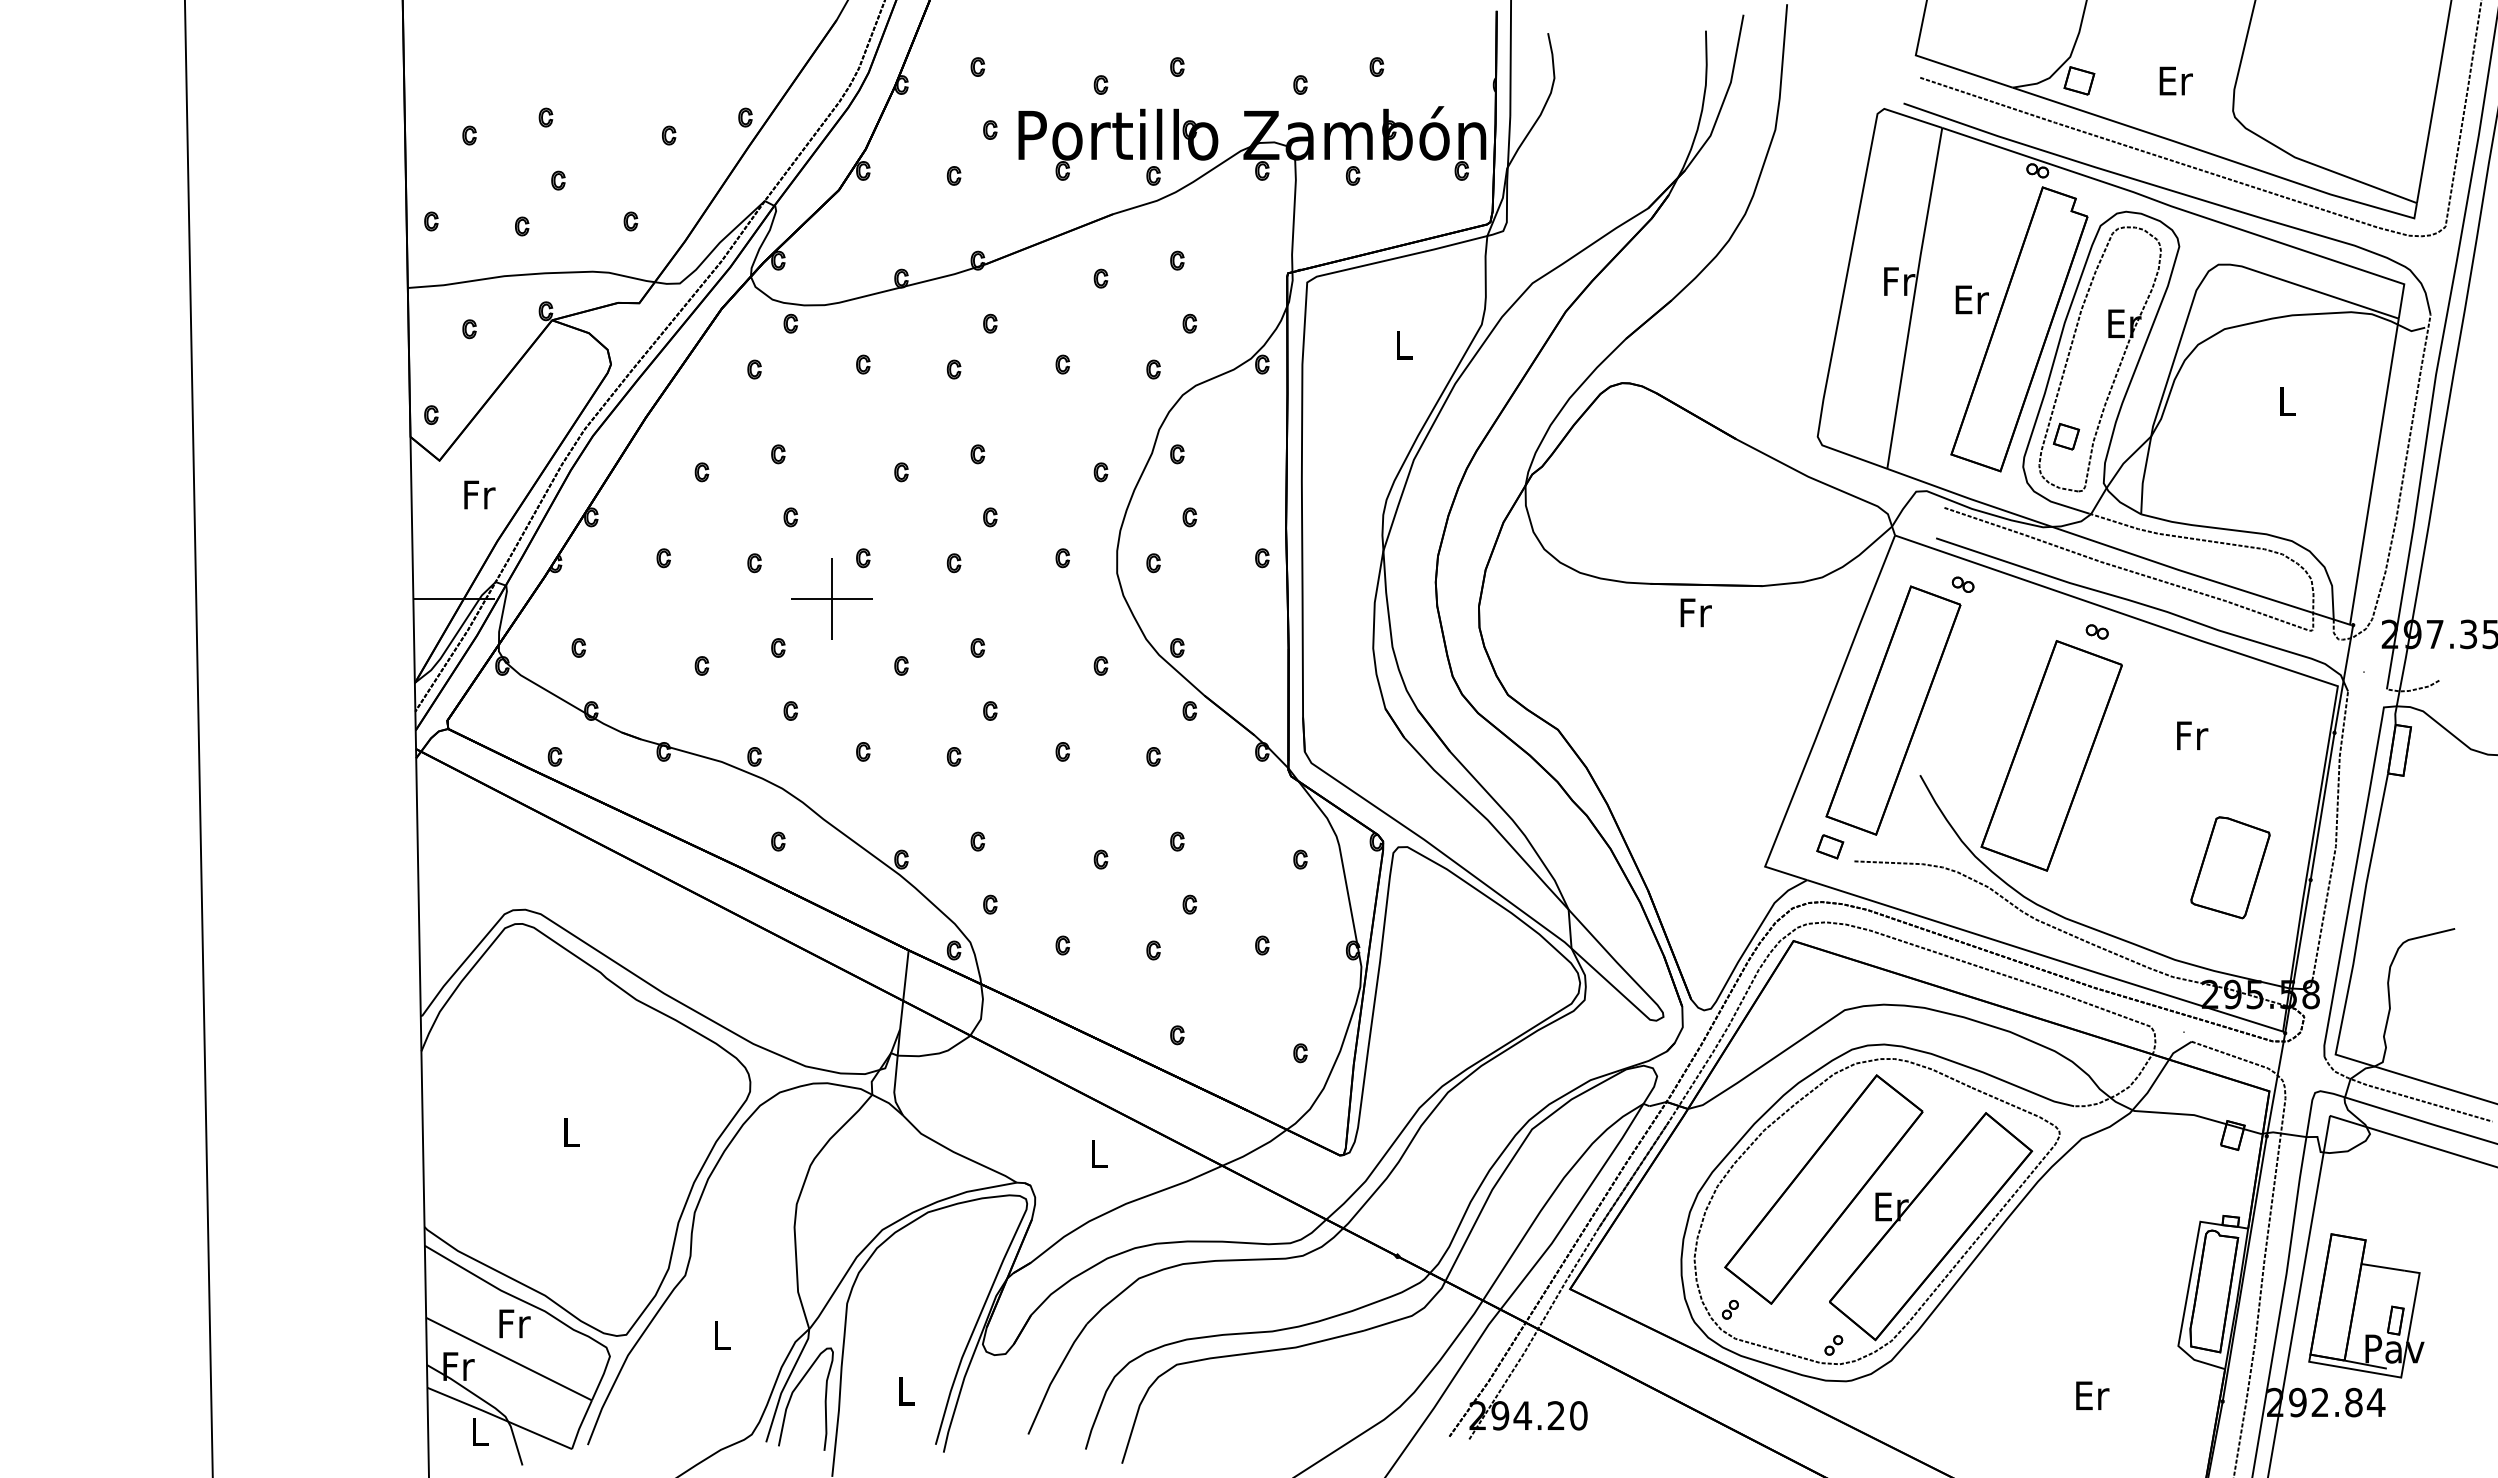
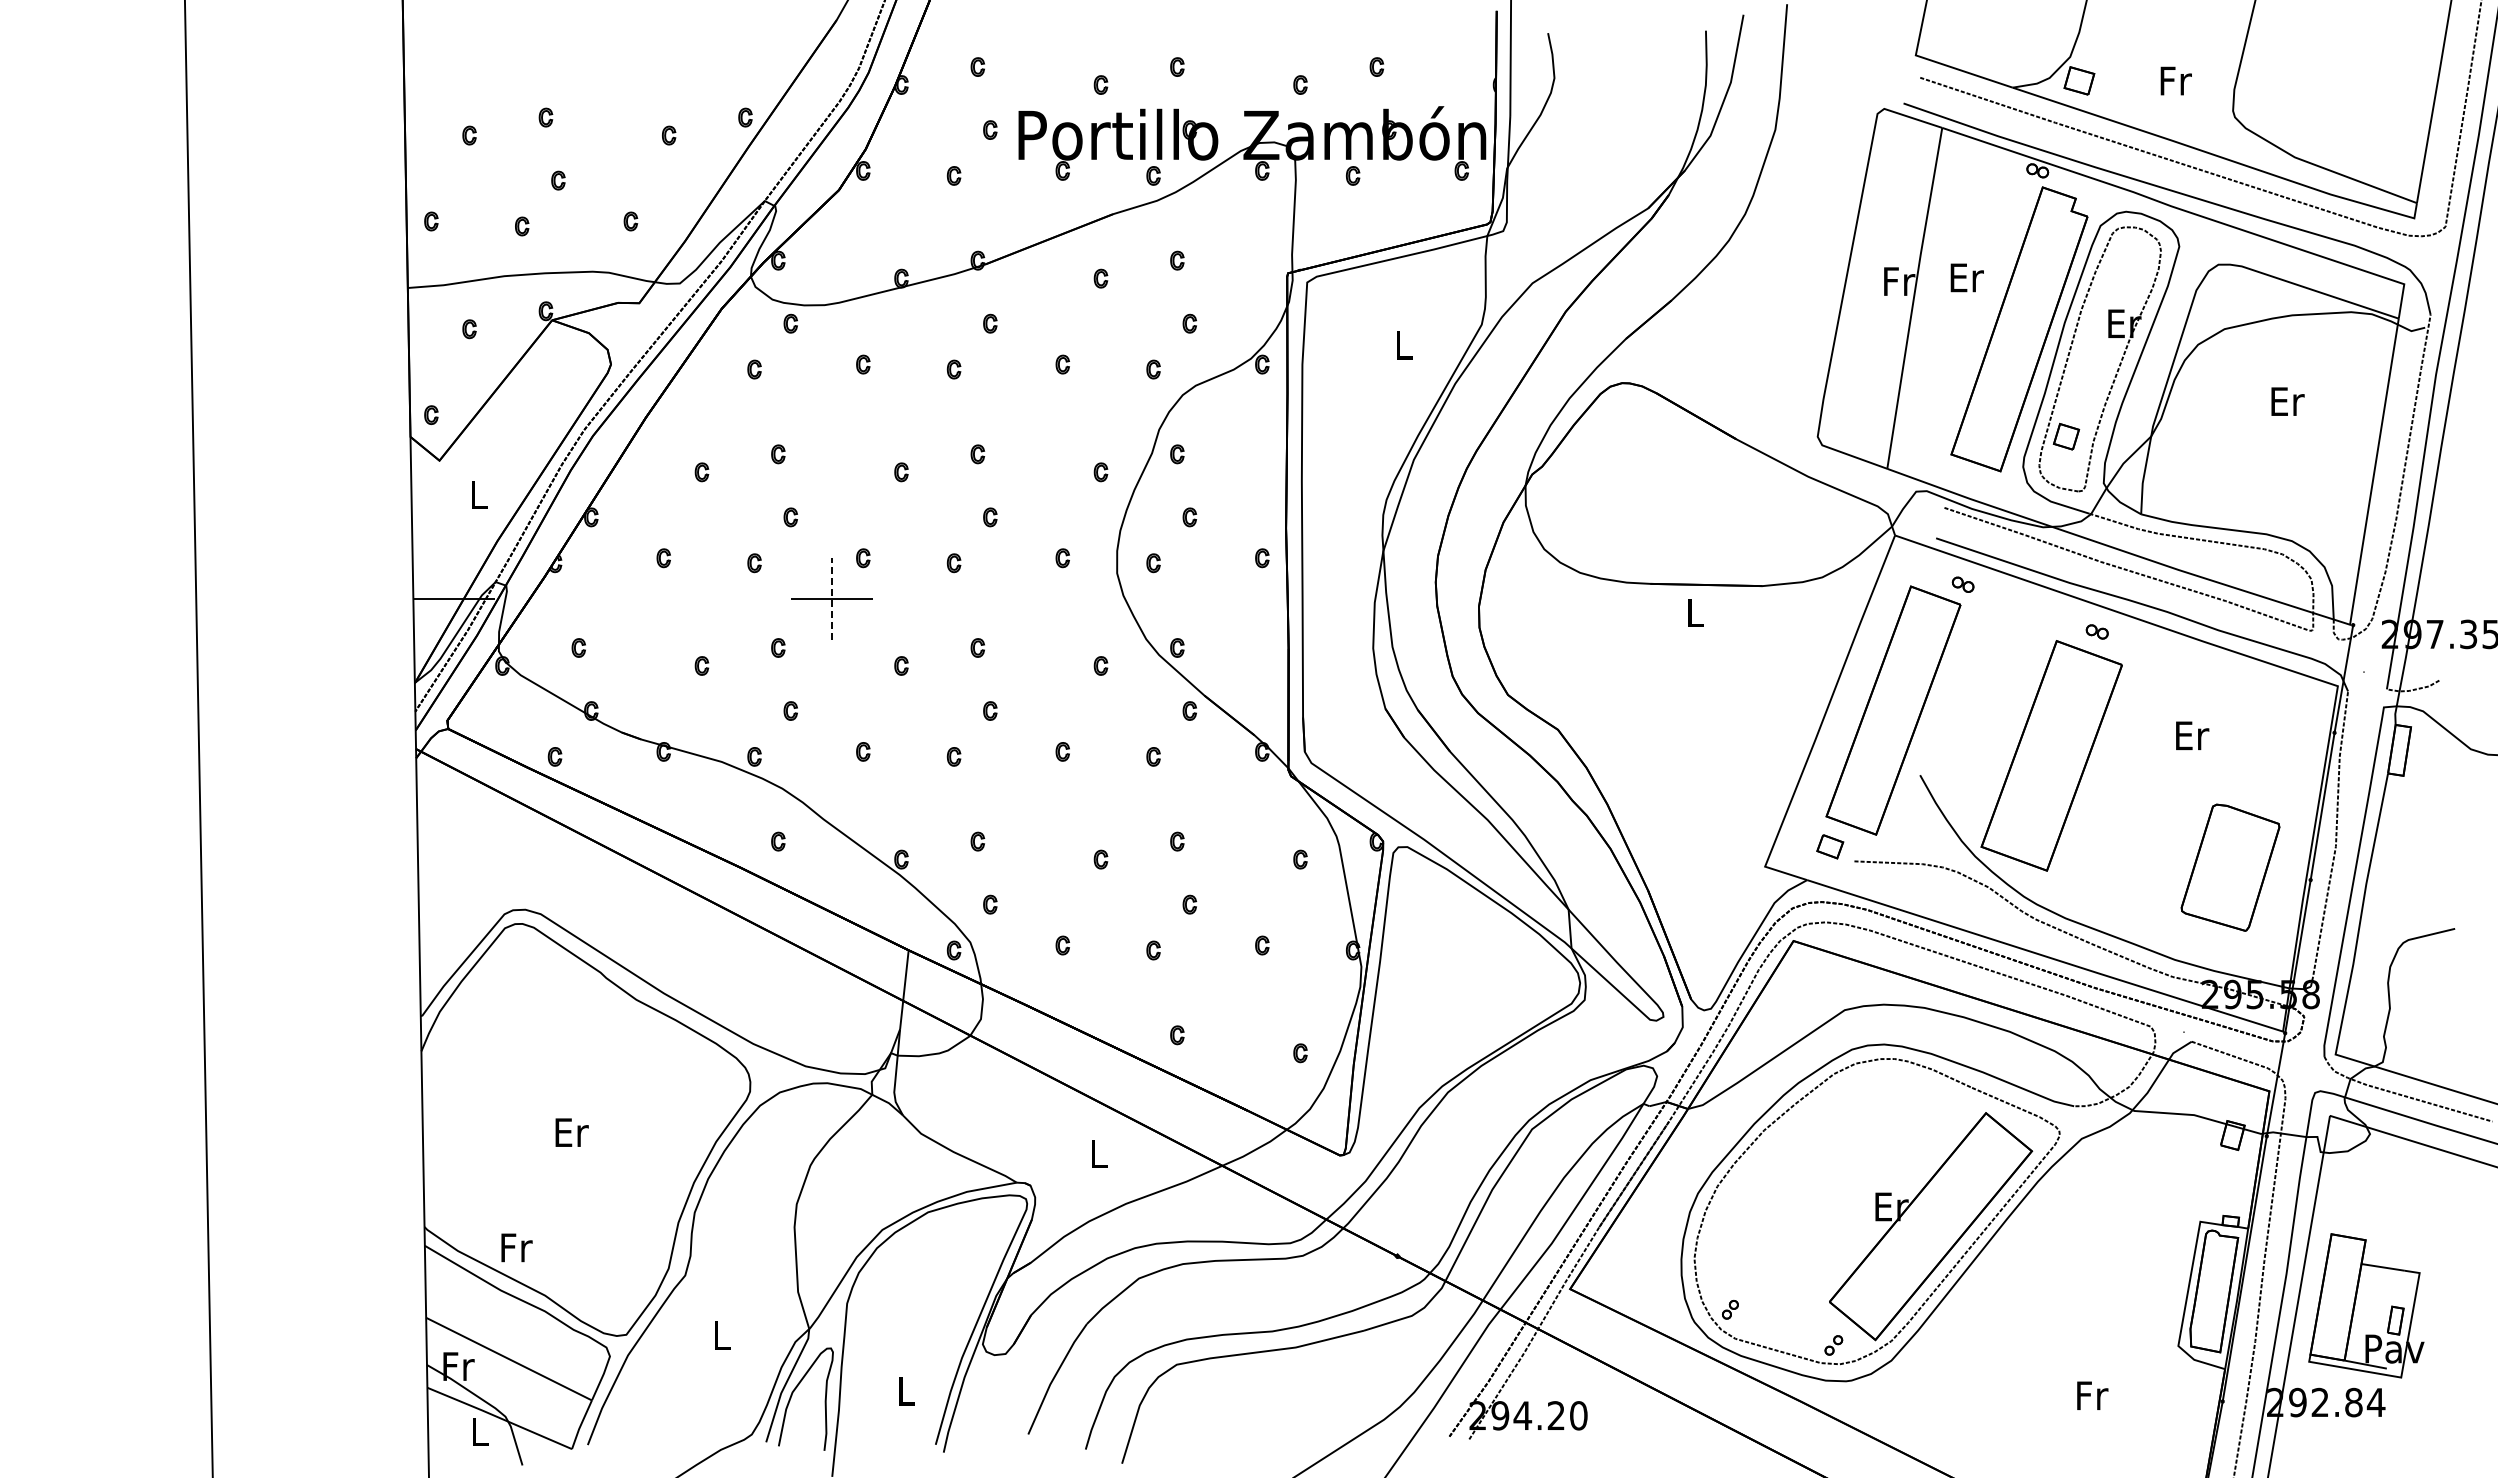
text at (2175, 80): Er -> Fr
text at (1971, 299) position: (1971, 299) -> (1966, 277)
text at (2287, 401): L -> Er
text at (479, 494): Fr -> L
line at (832, 599): solid -> dashed
text at (1695, 612): Fr -> L
text at (2192, 735): Fr -> Er
part at (2230, 867) size: 81x104 px -> 101x129 px
text at (571, 1132): L -> Er
part at (1823, 1189): present -> none
text at (514, 1323) position: (514, 1323) -> (516, 1247)
text at (2092, 1395): Er -> Fr
